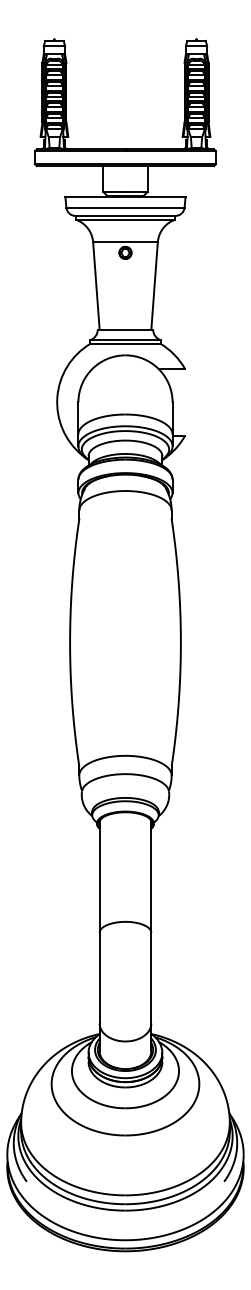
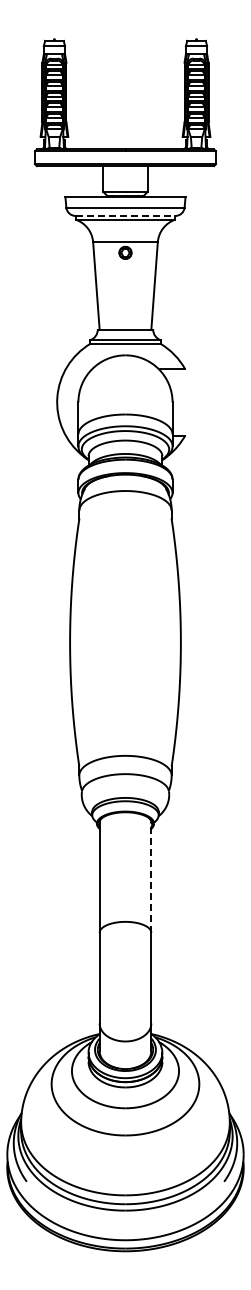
line at (125, 215): solid -> dashed
line at (151, 877): solid -> dashed
